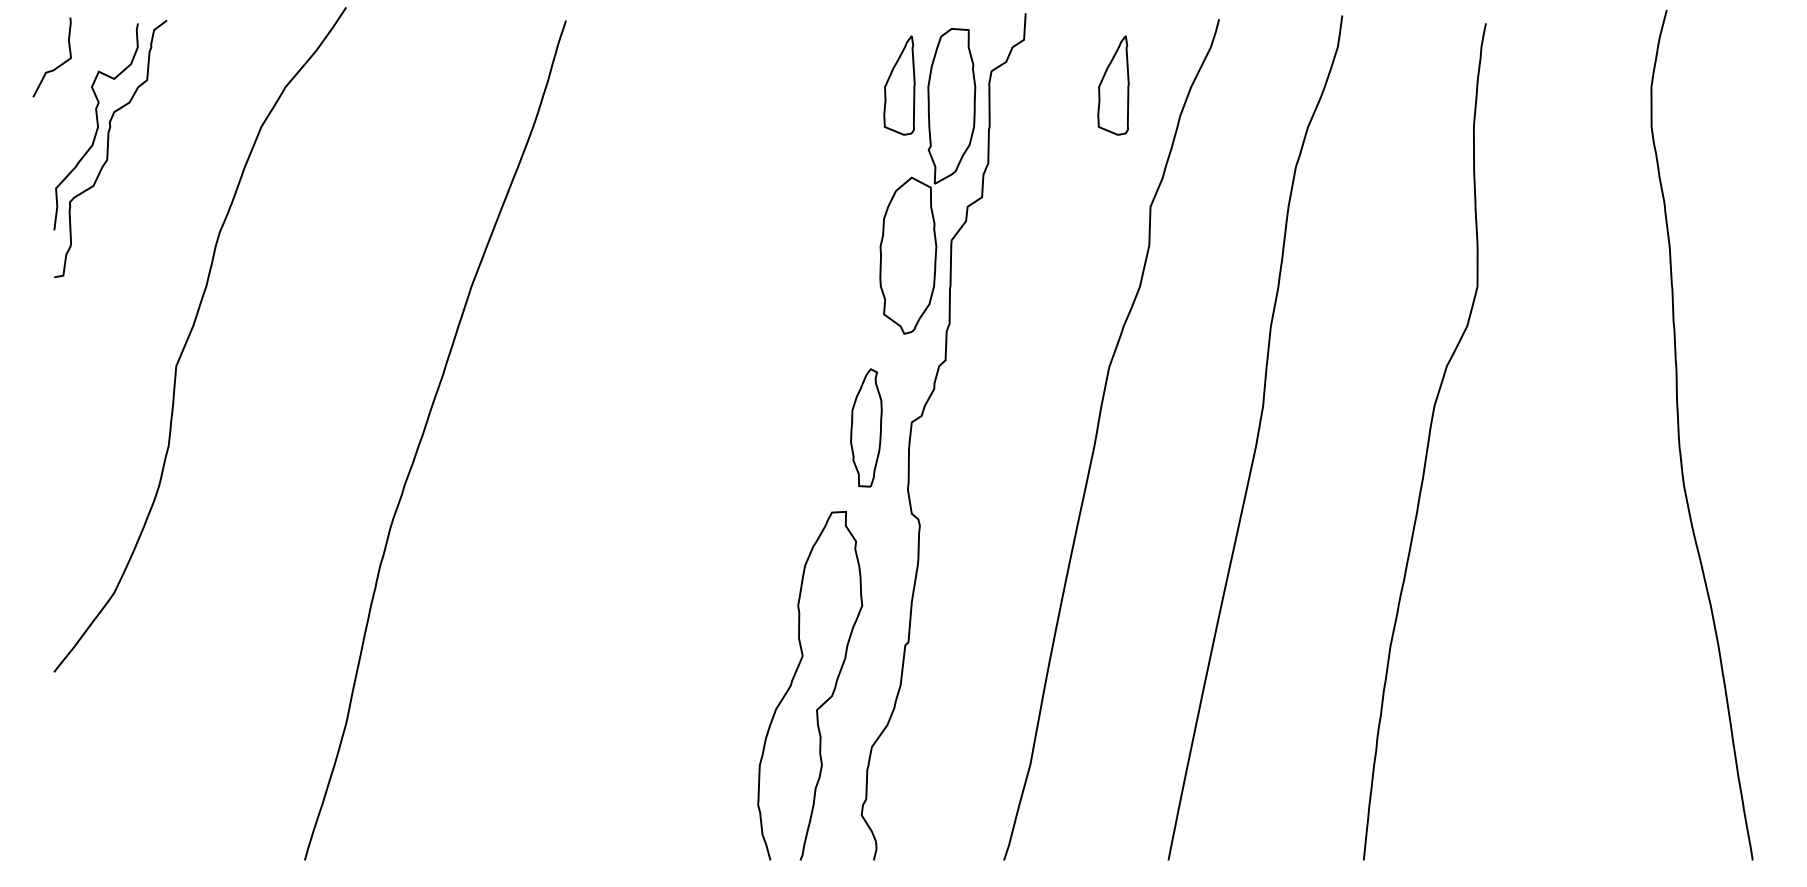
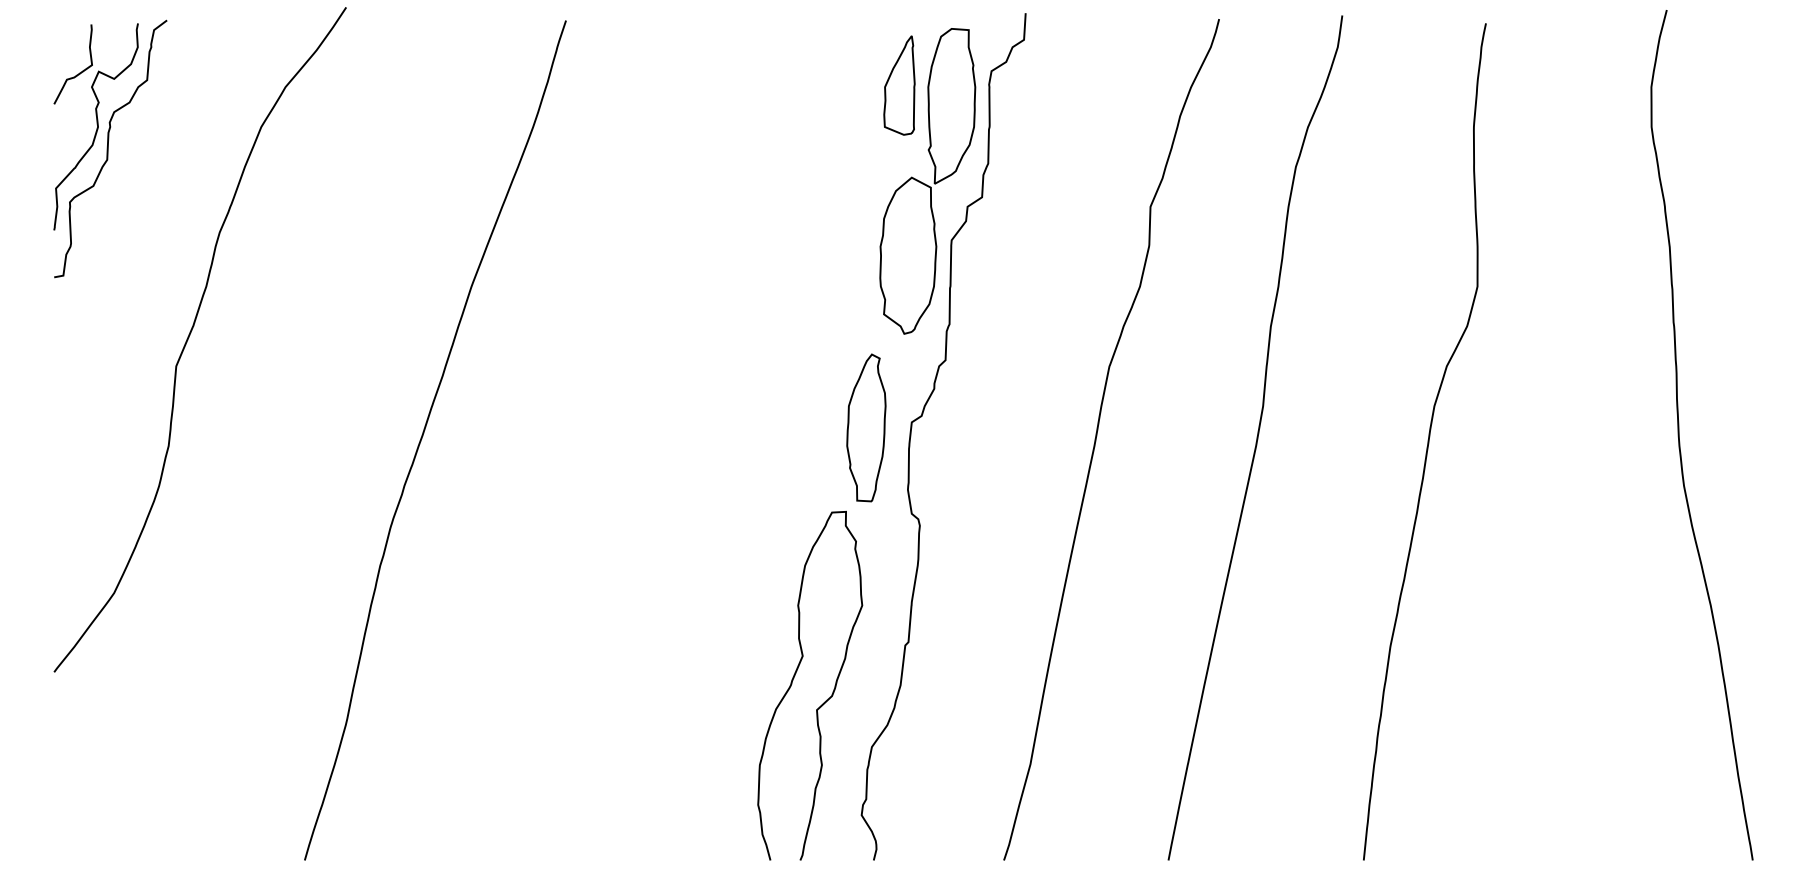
curve at (58, 65) position: (58, 65) -> (79, 72)
part at (1113, 85): present -> none
part at (866, 427) size: 33x120 px -> 41x150 px
